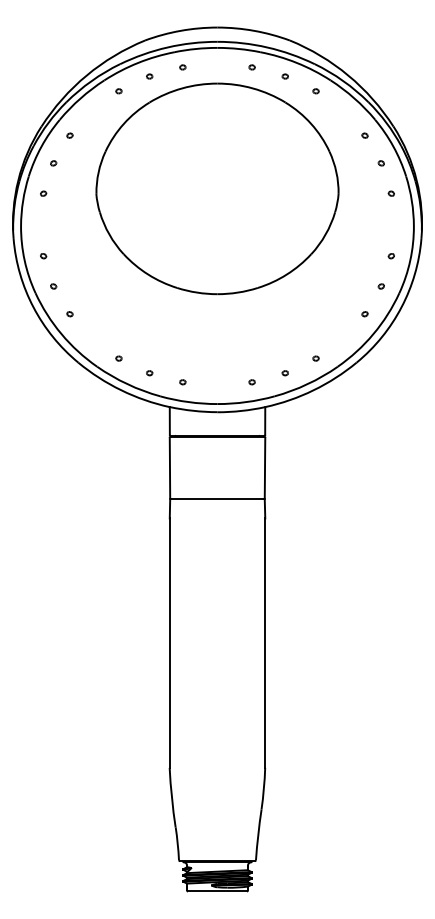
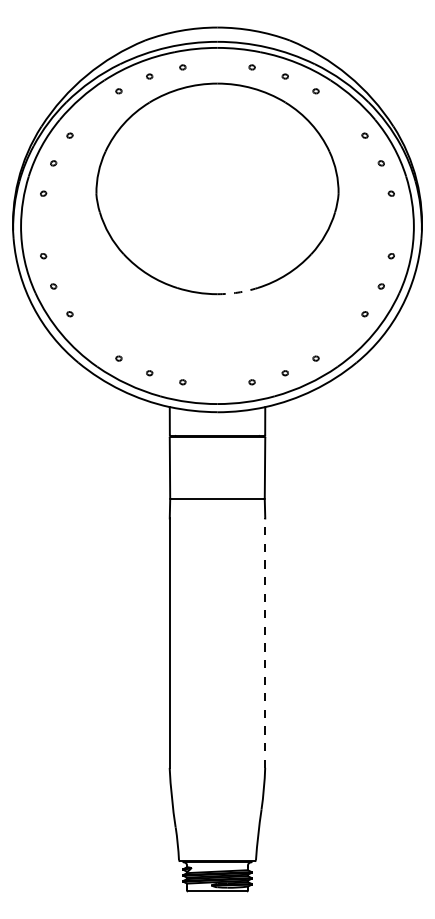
arc at (237, 292): solid -> dashed
line at (265, 643): solid -> dashed
